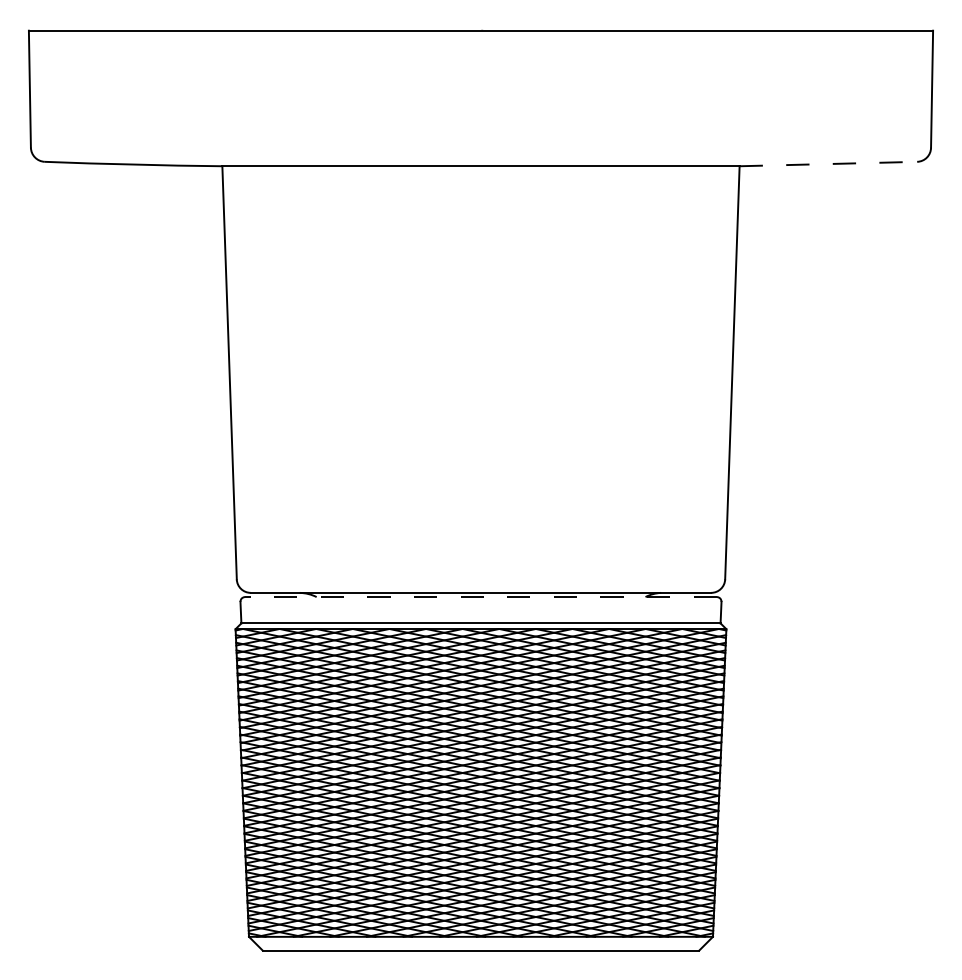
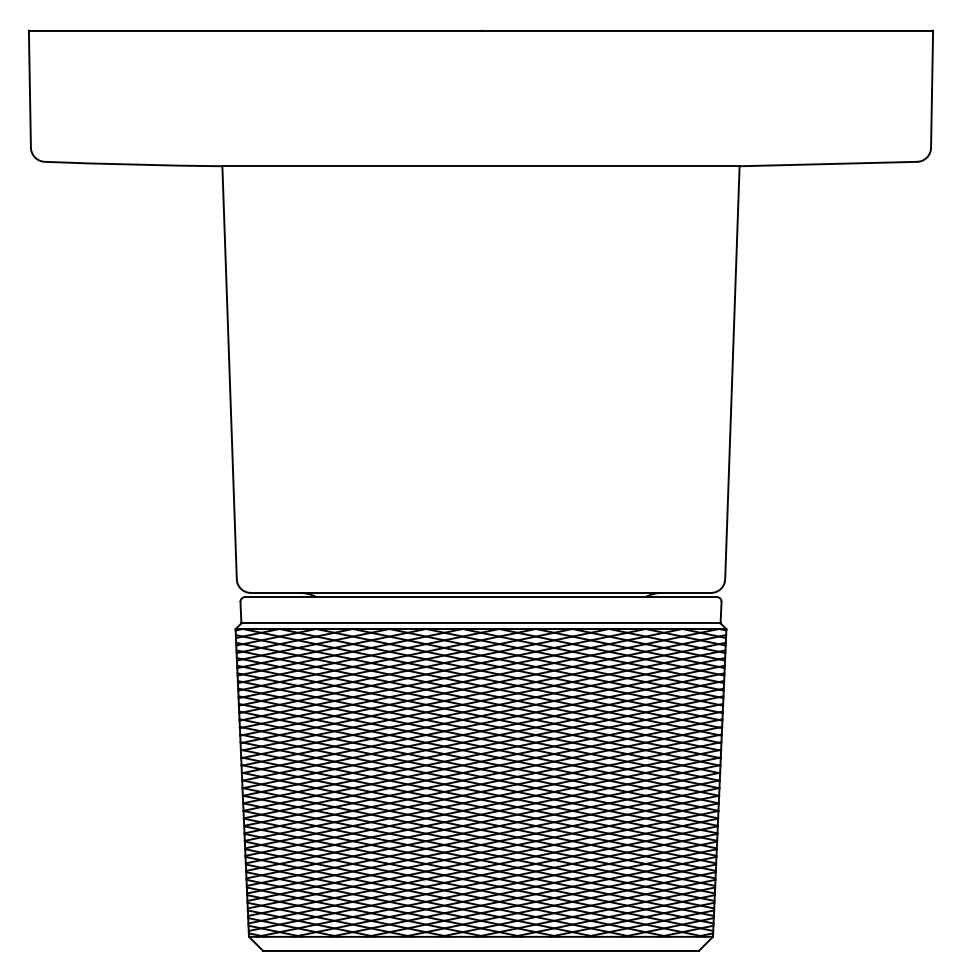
line at (828, 164): dashed -> solid
line at (481, 597): dashed -> solid
